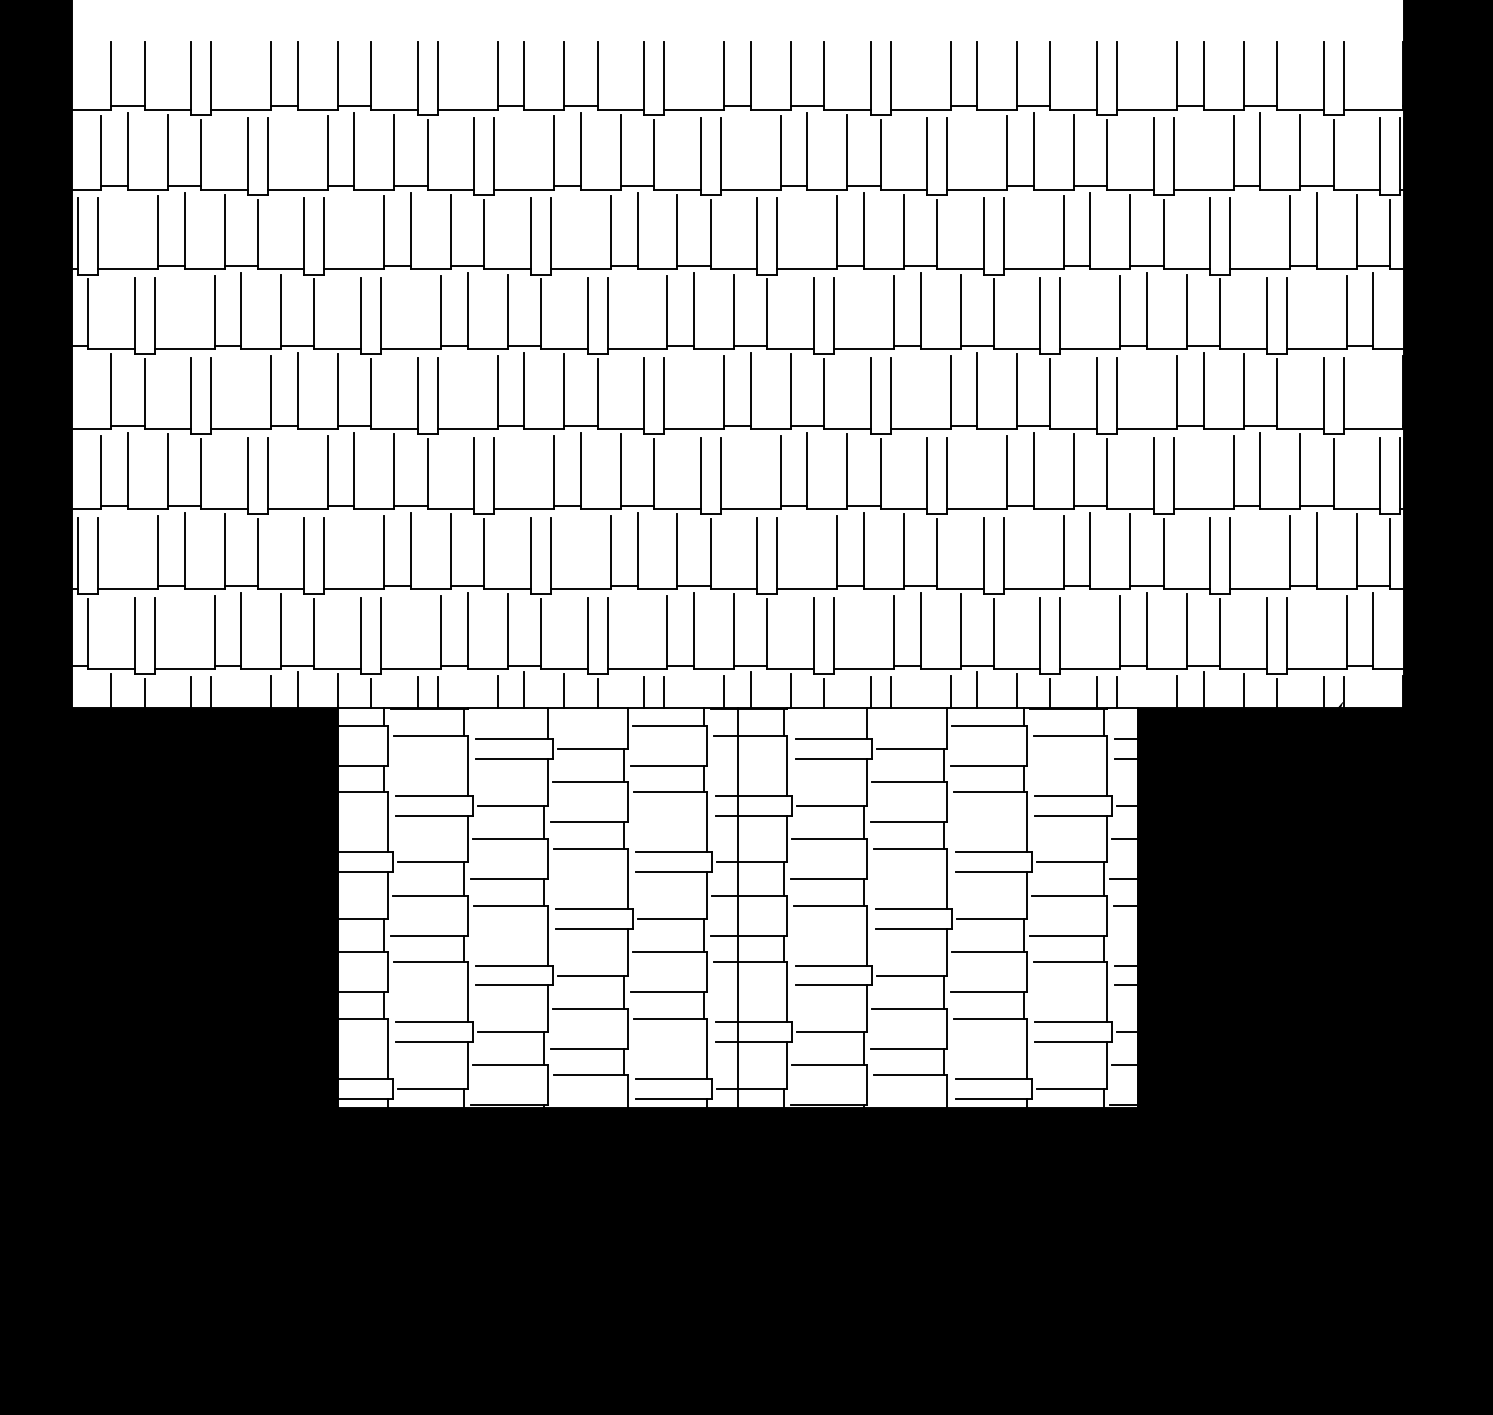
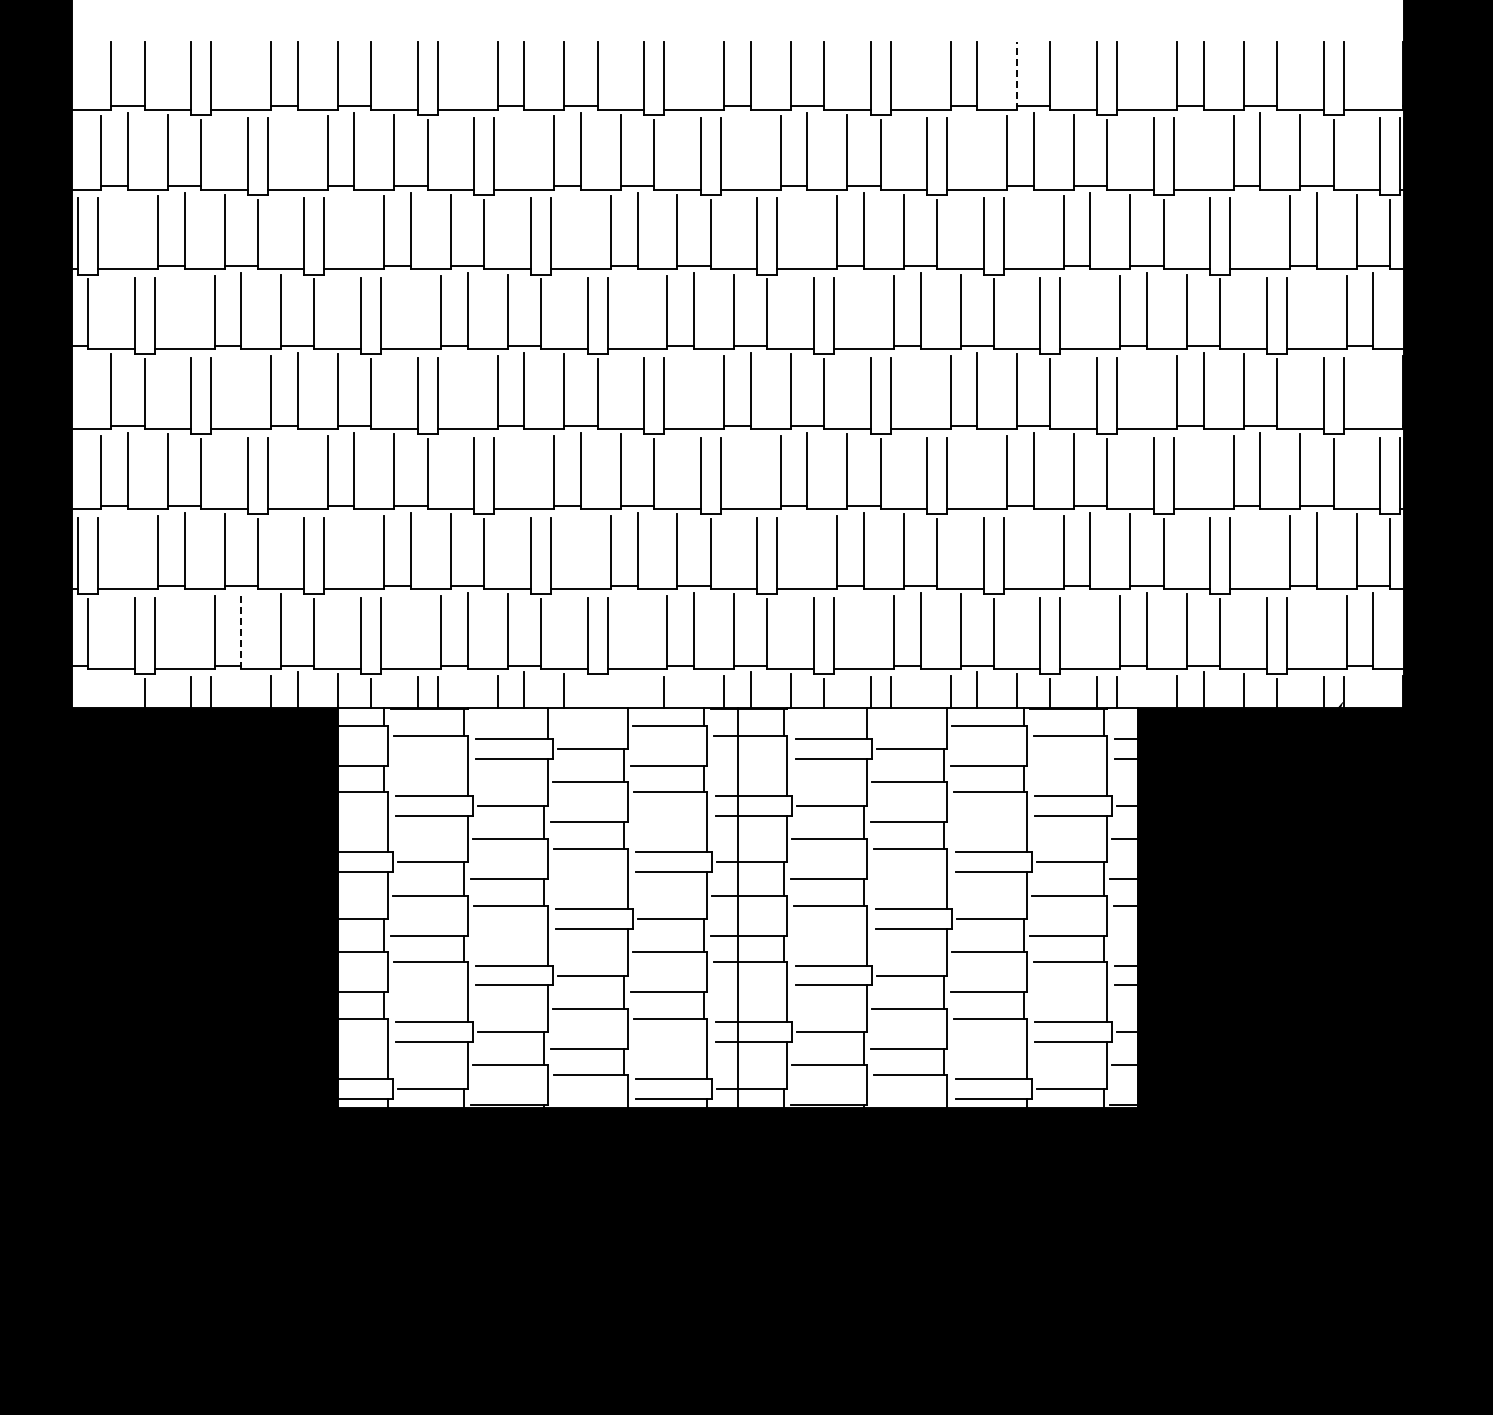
line at (1017, 76): solid -> dashed
line at (241, 630): solid -> dashed
line at (111, 691): present -> none
line at (644, 692): present -> none
line at (597, 693): present -> none
